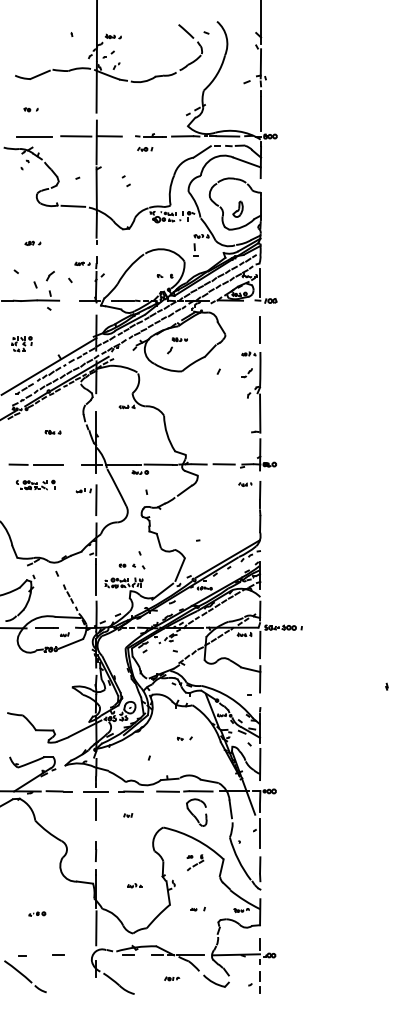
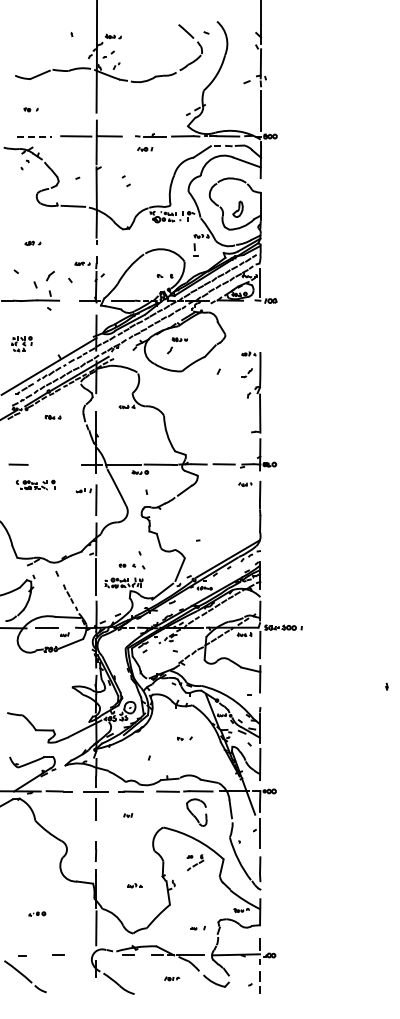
line at (35, 136): solid -> dashed
line at (260, 329): present -> none
part at (52, 432) position: (52, 432) -> (52, 417)
line at (47, 464): present -> none
part at (197, 908) position: (197, 908) -> (197, 927)
